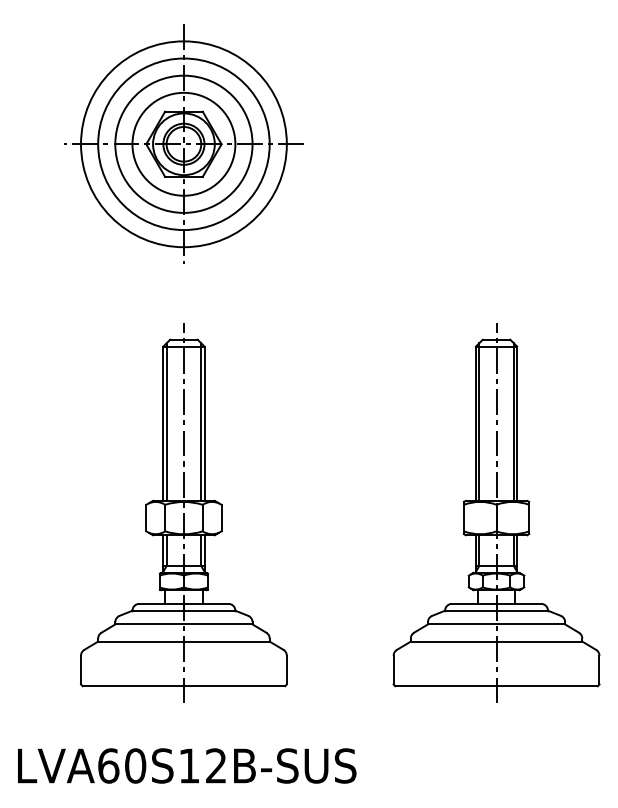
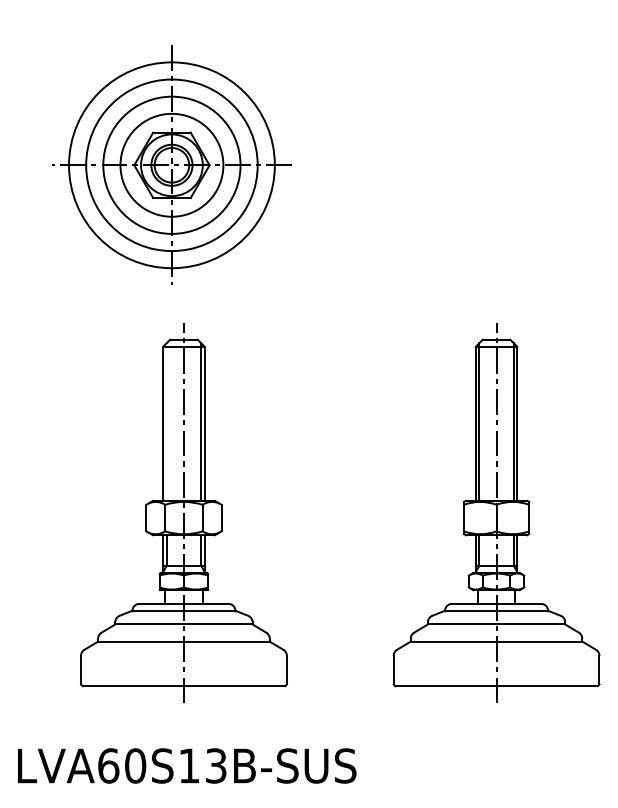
part at (183, 143) position: (183, 143) -> (171, 164)
line at (166, 421): present -> none
text at (216, 765): LVA60S12B-SUS -> LVA60S13B-SUS
